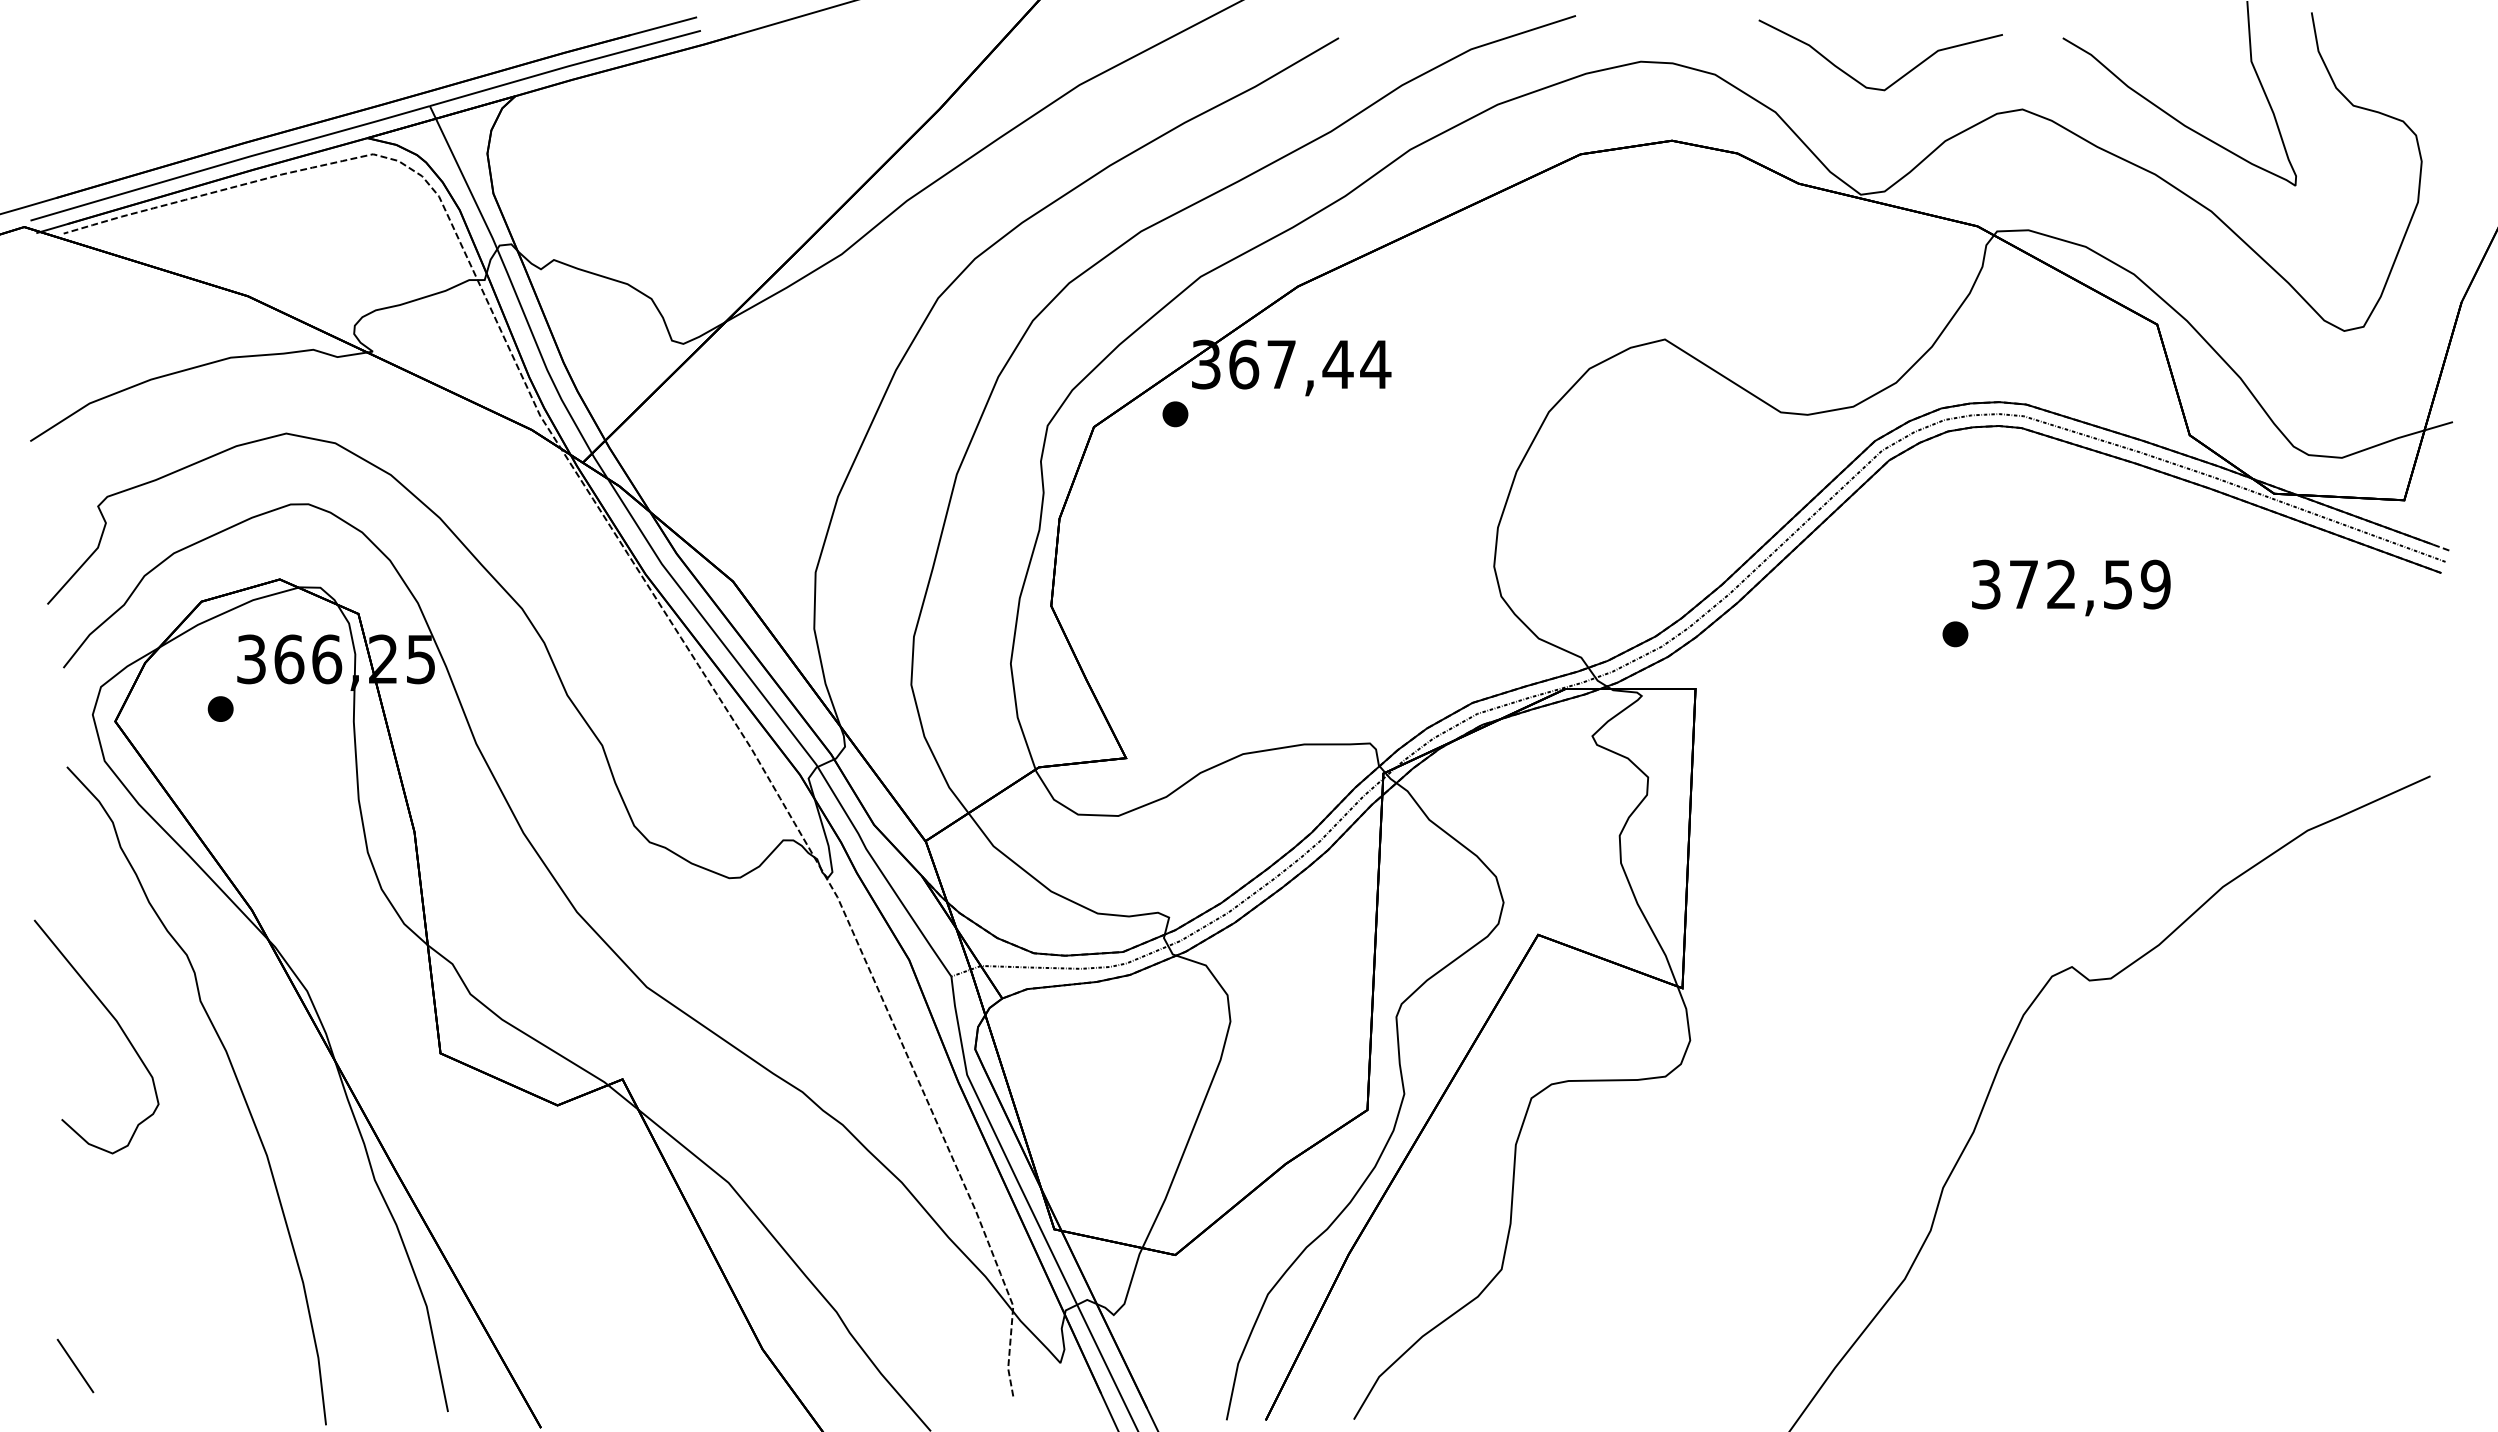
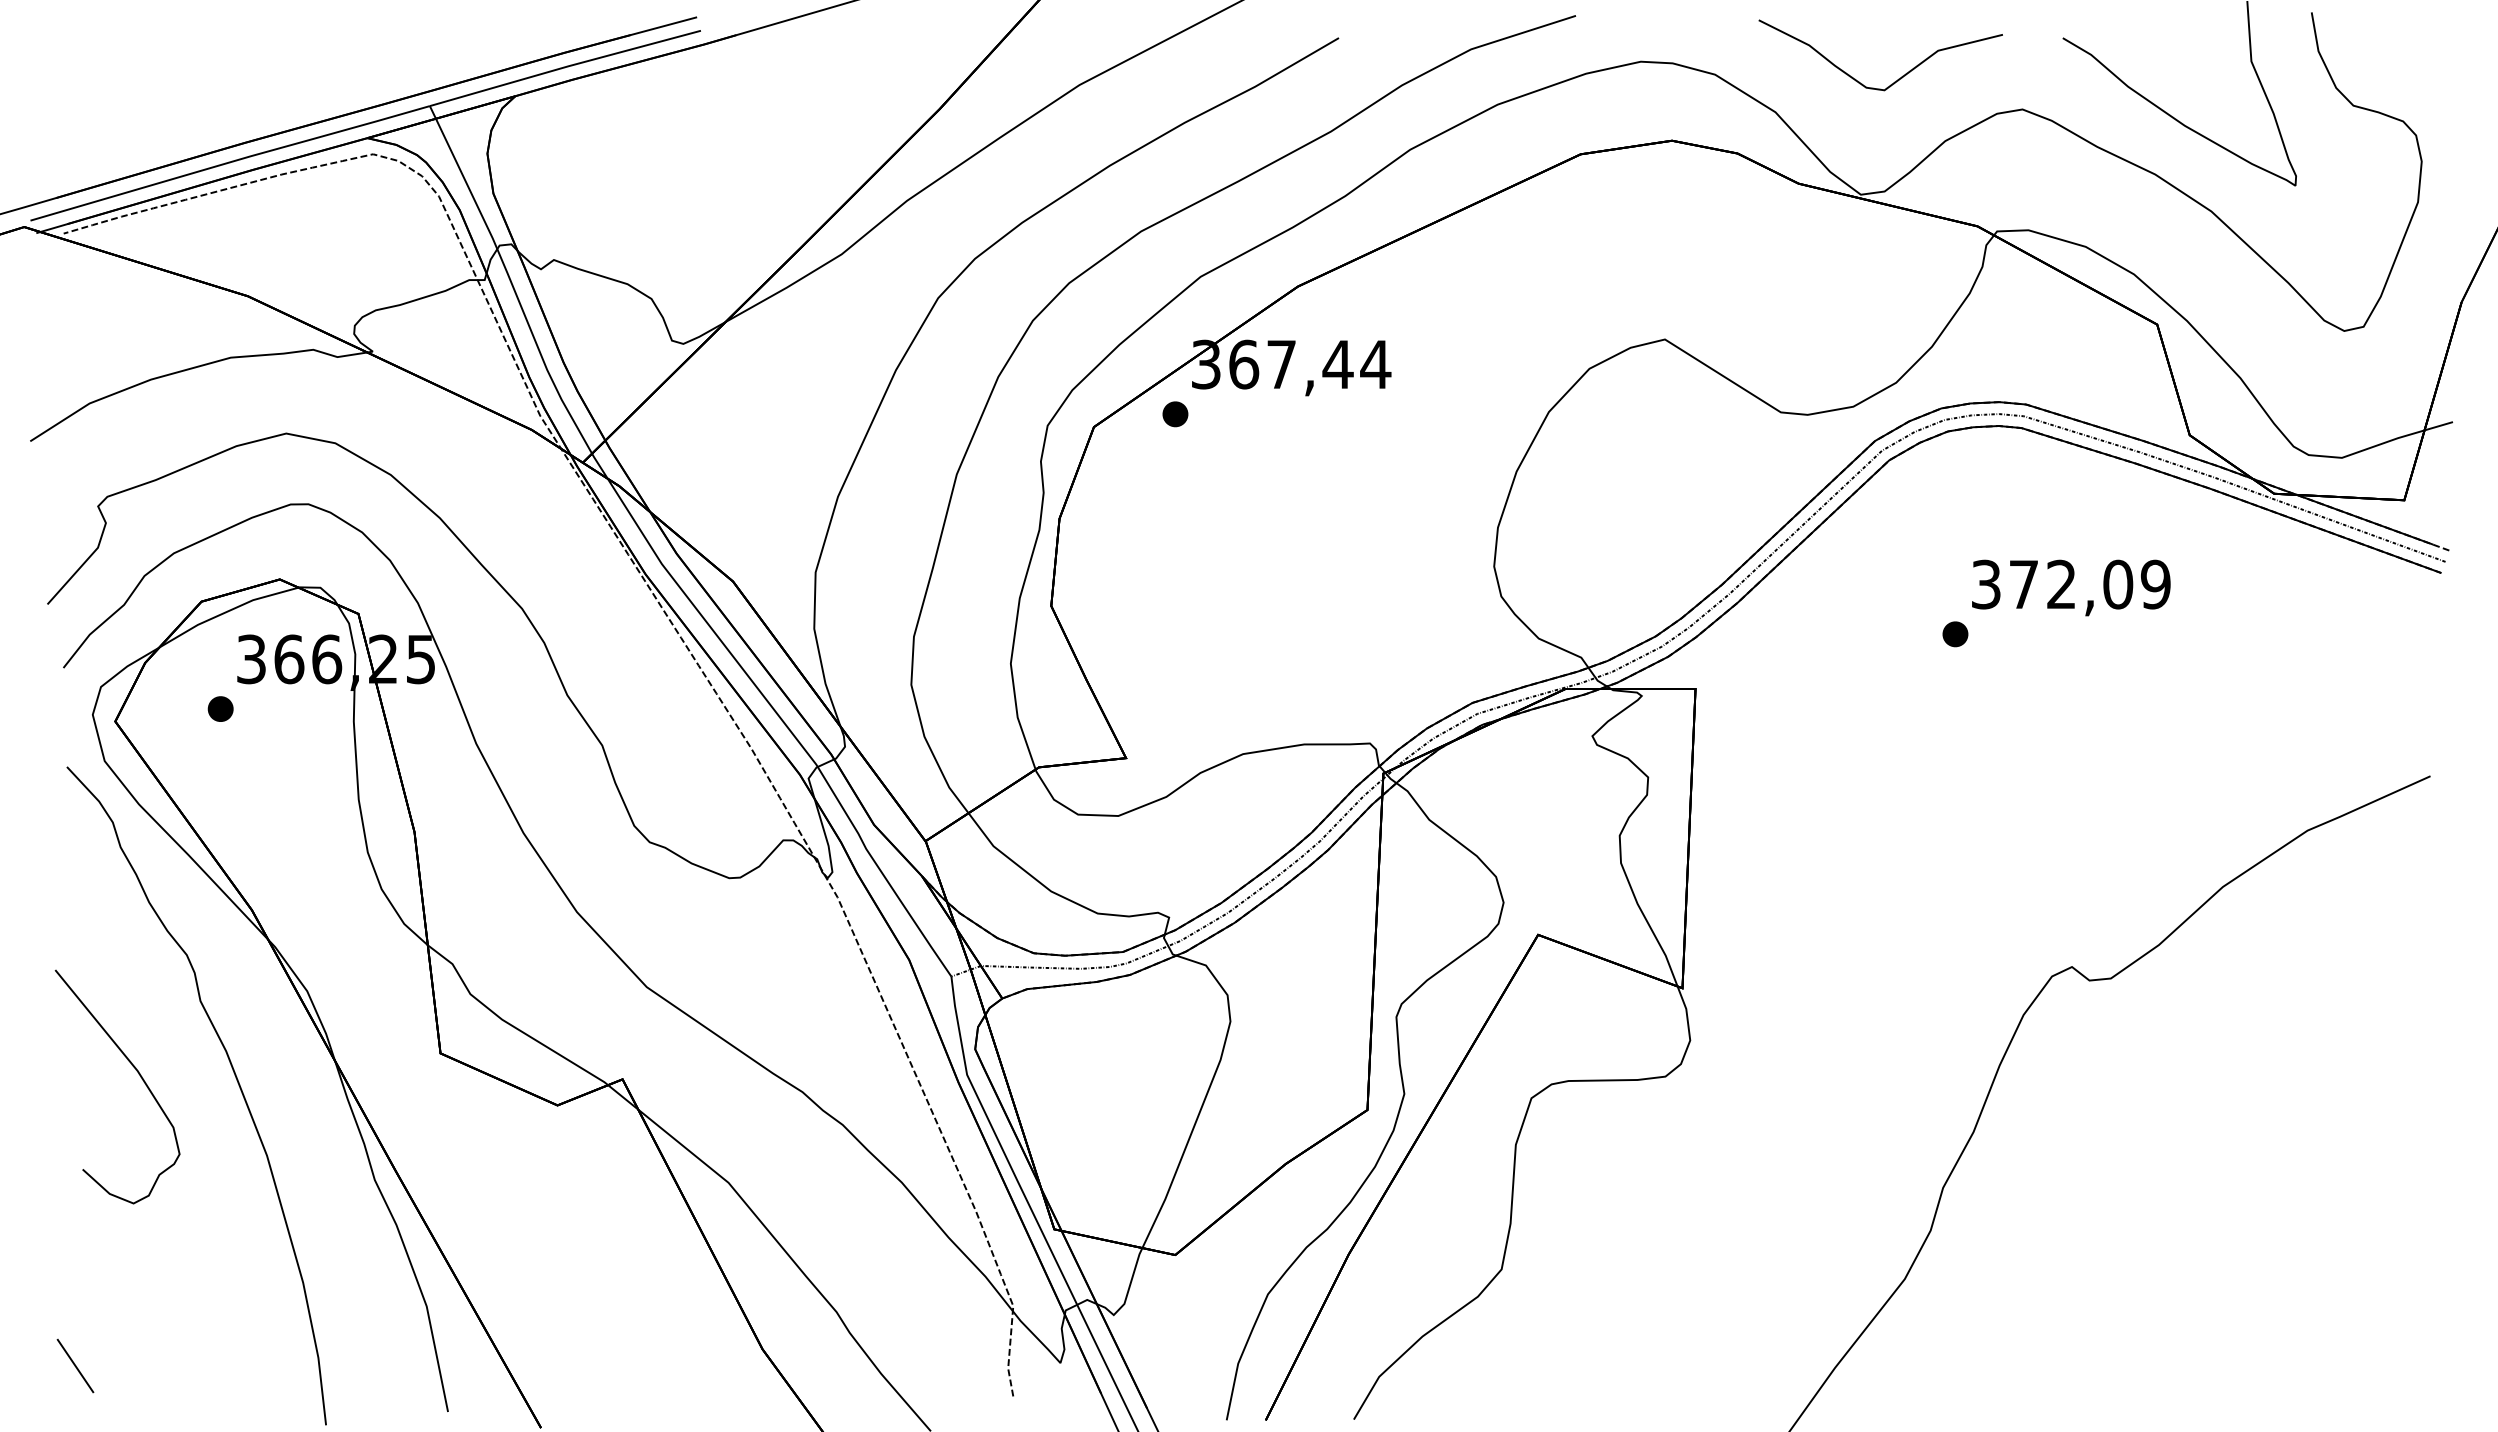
text at (2118, 584): 372,59 -> 372,09
curve at (117, 1024) position: (117, 1024) -> (138, 1074)
